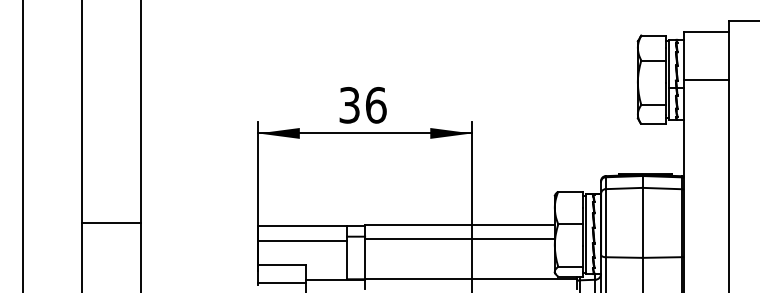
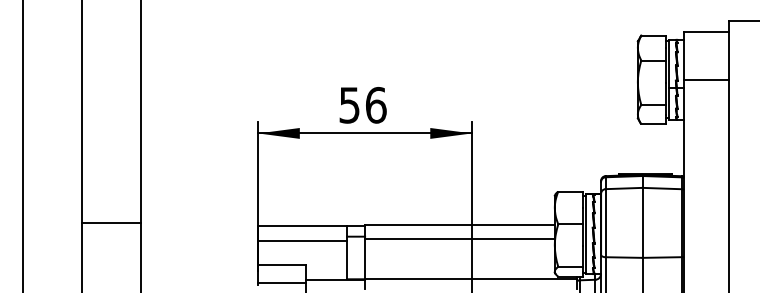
text at (349, 104): 36 -> 56
